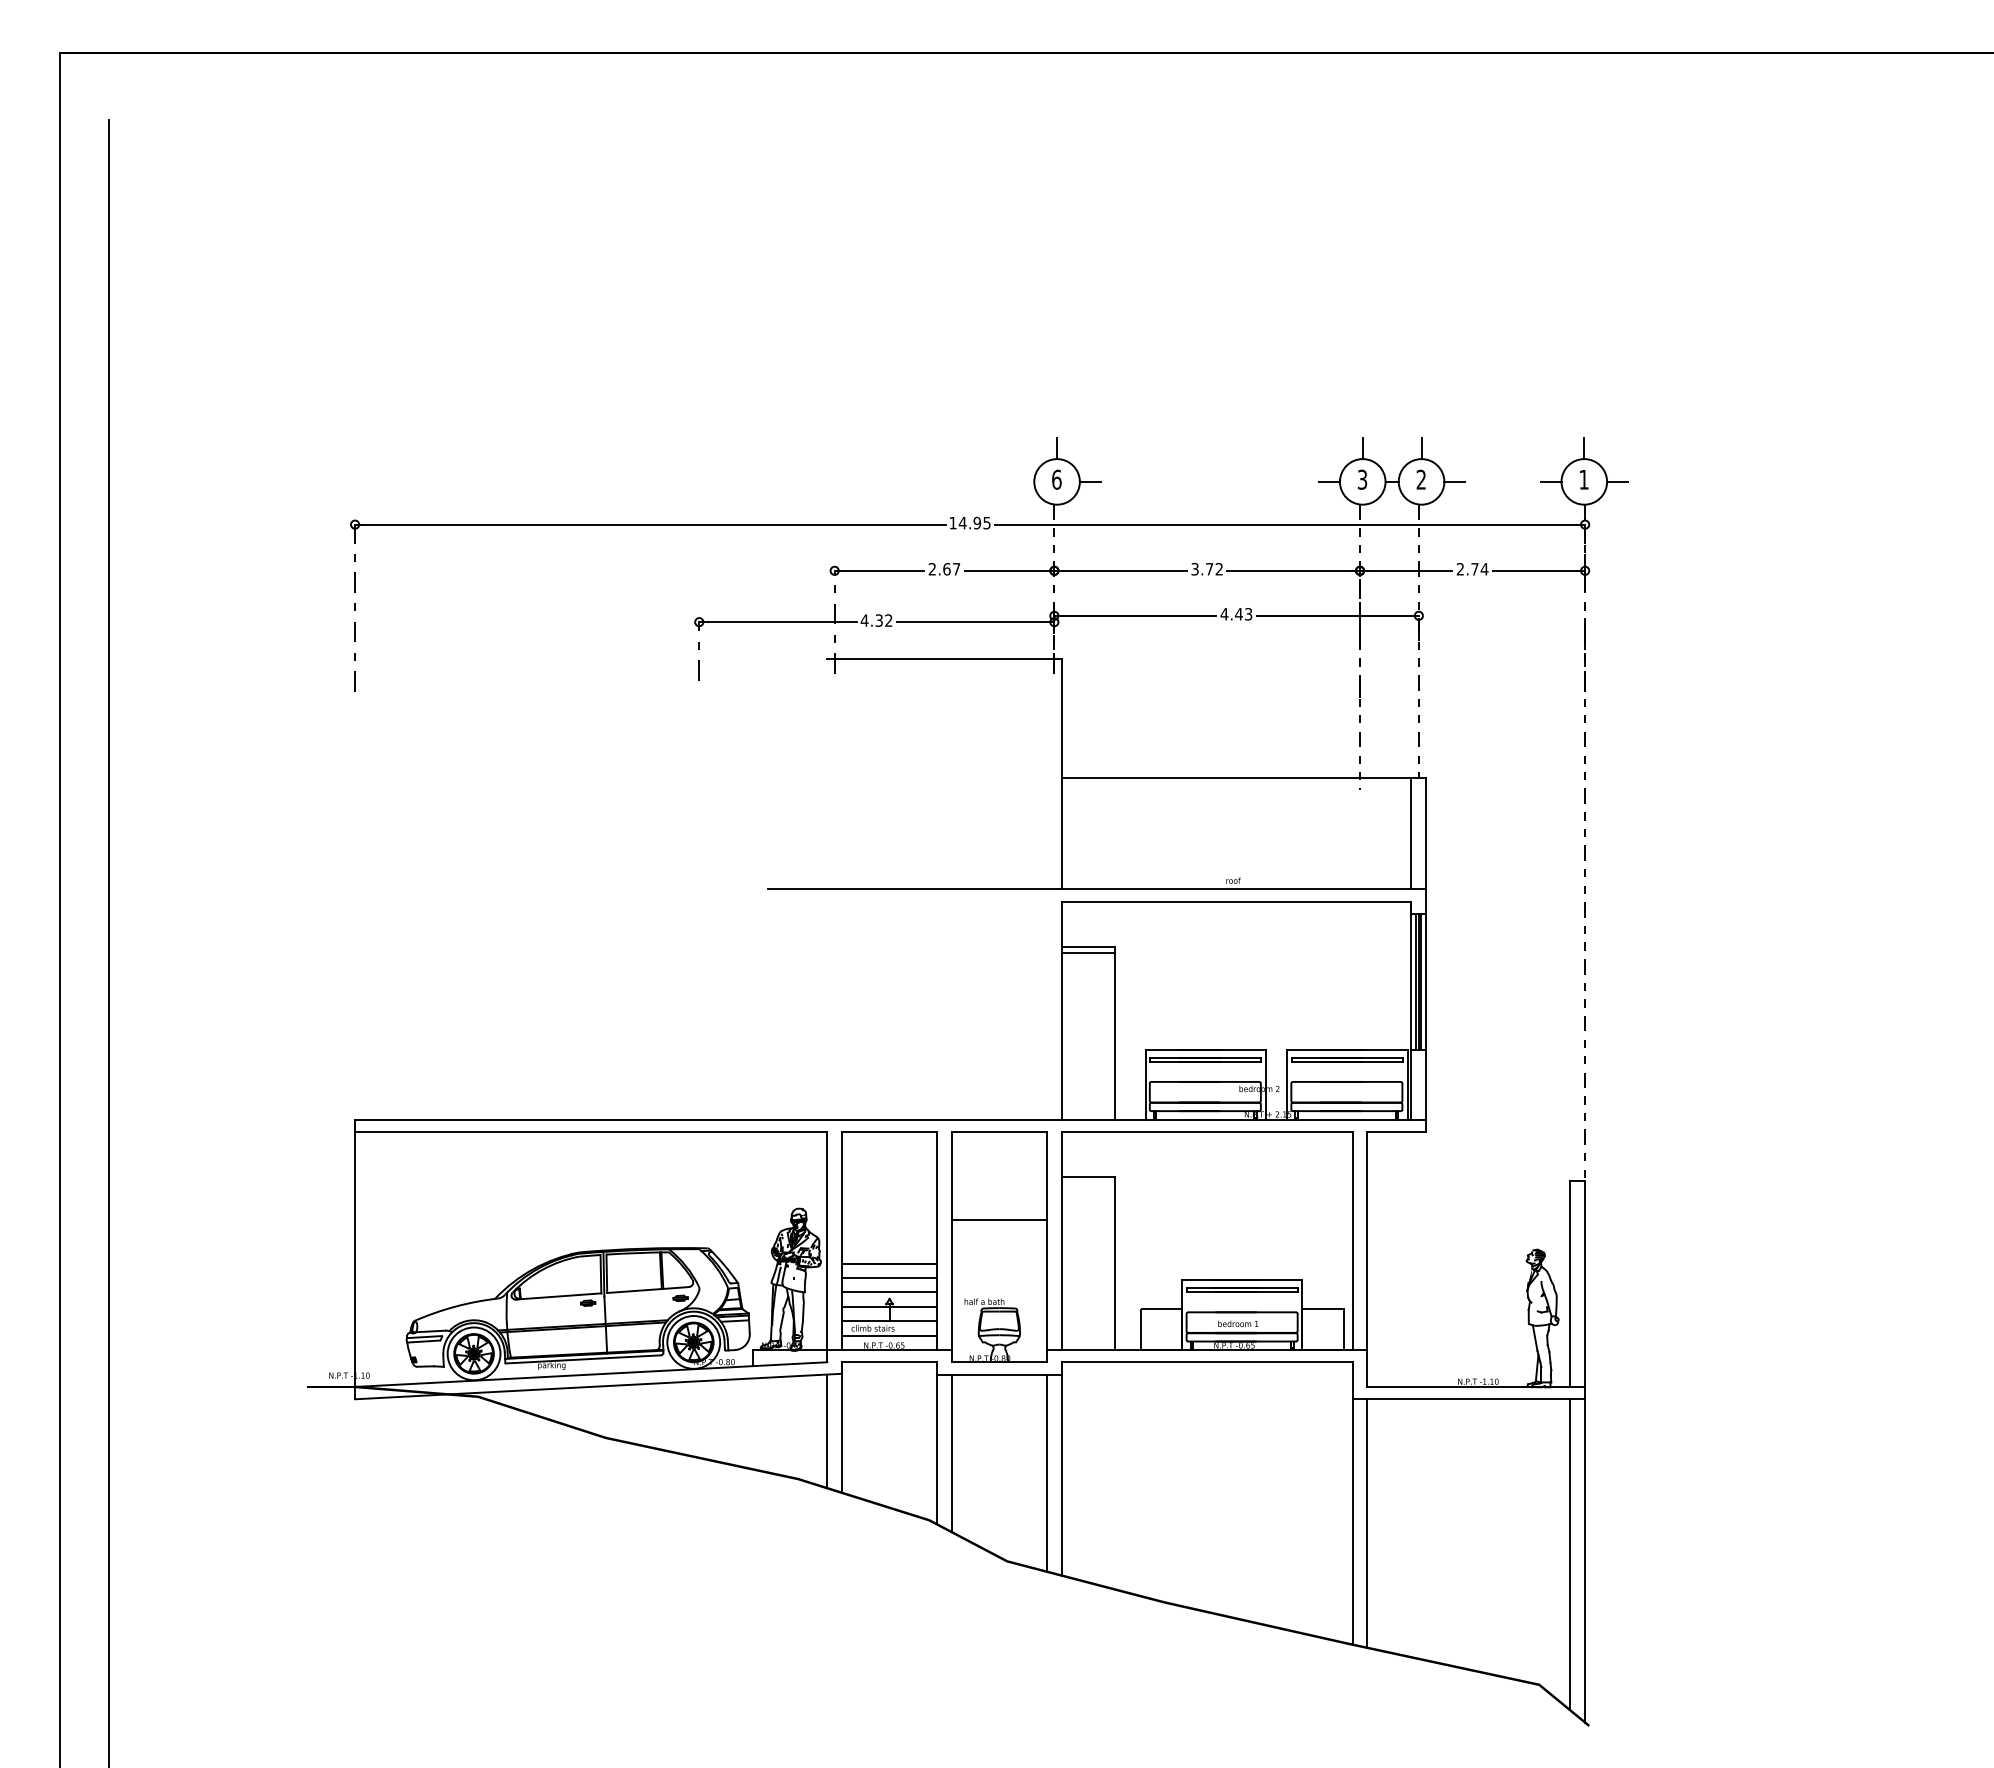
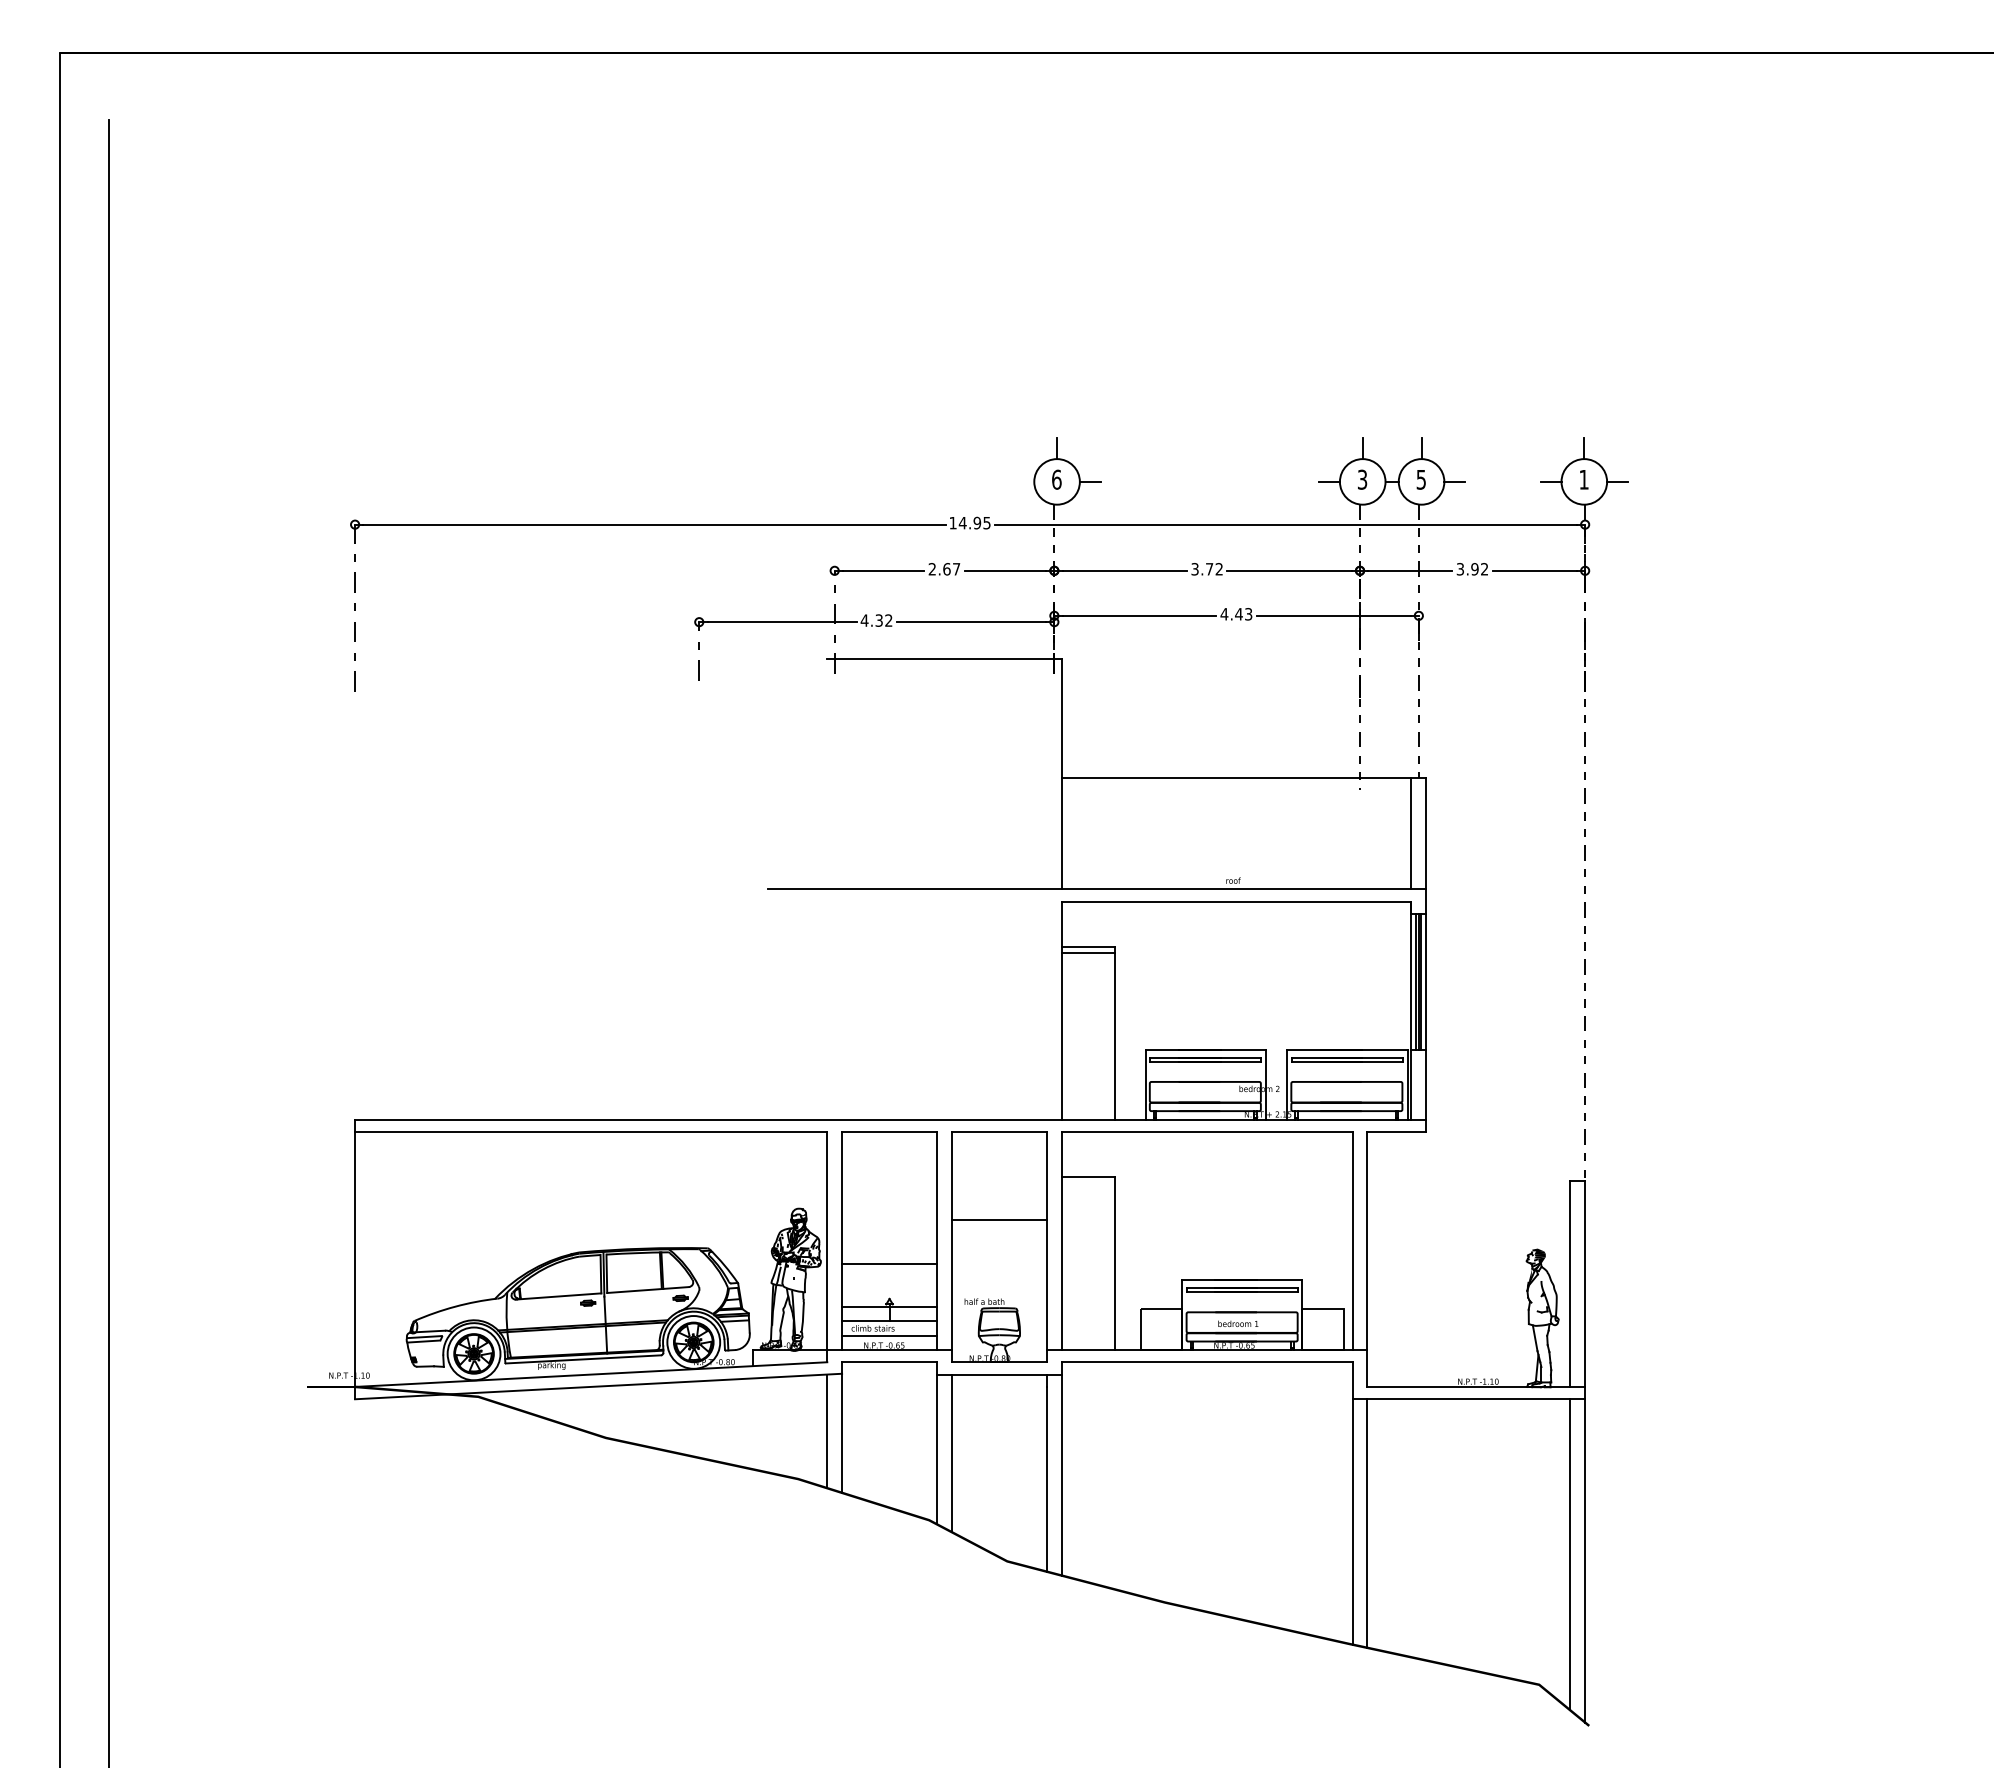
text at (1420, 479): 2 -> 5
text at (1472, 569): 2.74 -> 3.92
line at (889, 1277): present -> none
line at (889, 1292): present -> none
